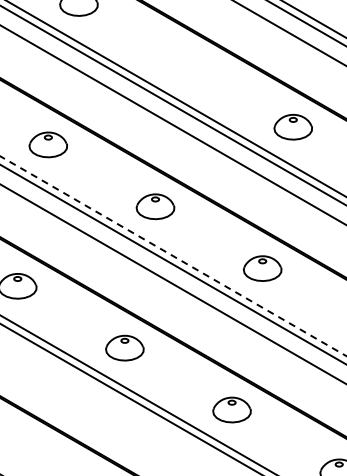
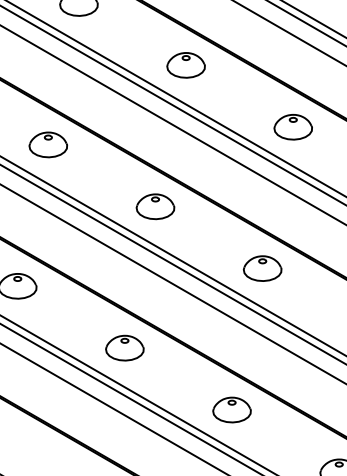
part at (185, 65): none -> present
line at (173, 256): dashed -> solid
line at (113, 408): none -> present
